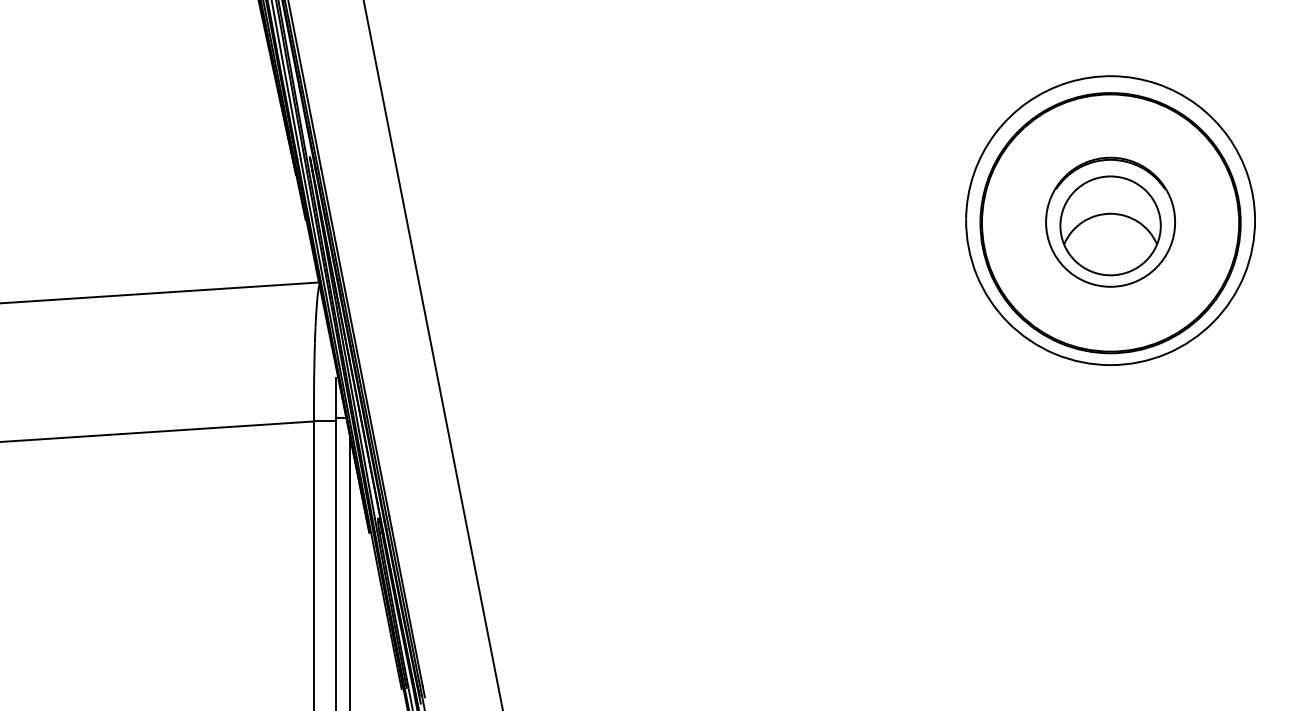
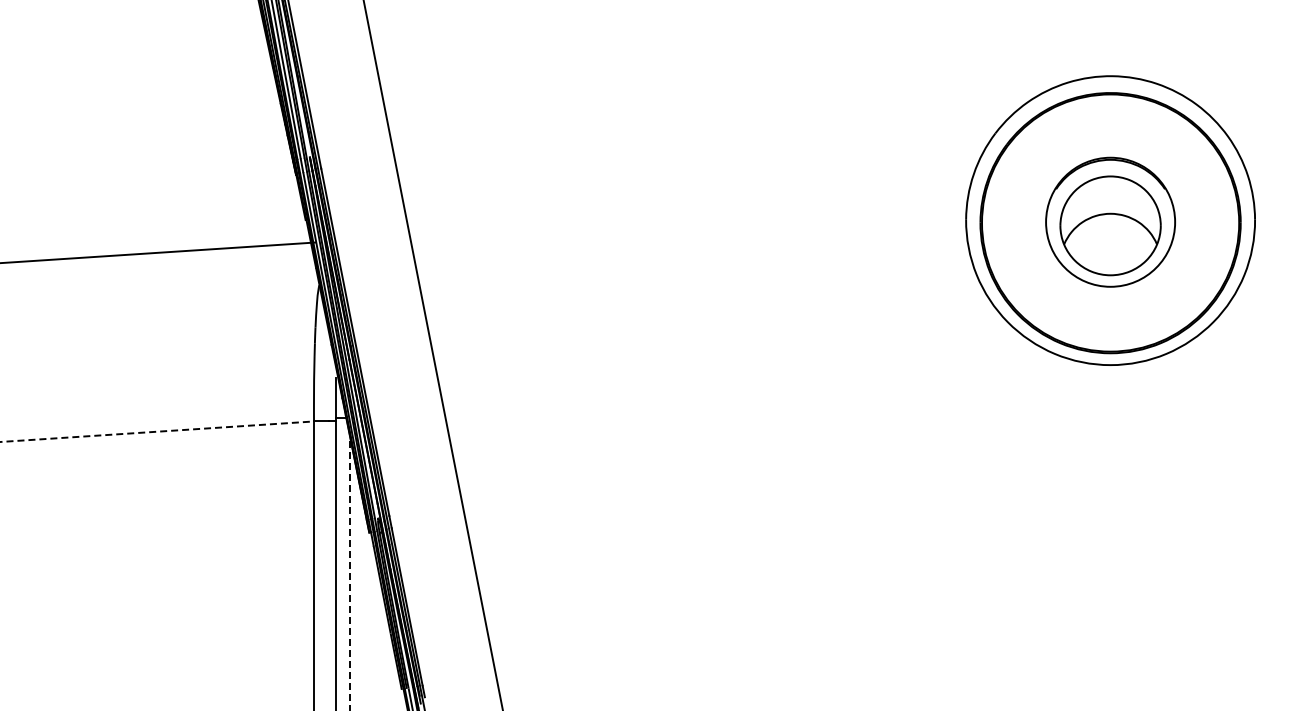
line at (160, 292) position: (160, 292) -> (158, 252)
line at (157, 431): solid -> dashed
line at (350, 574): solid -> dashed
